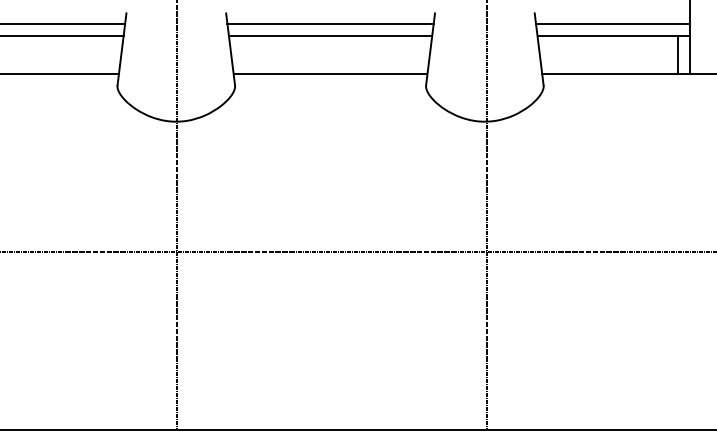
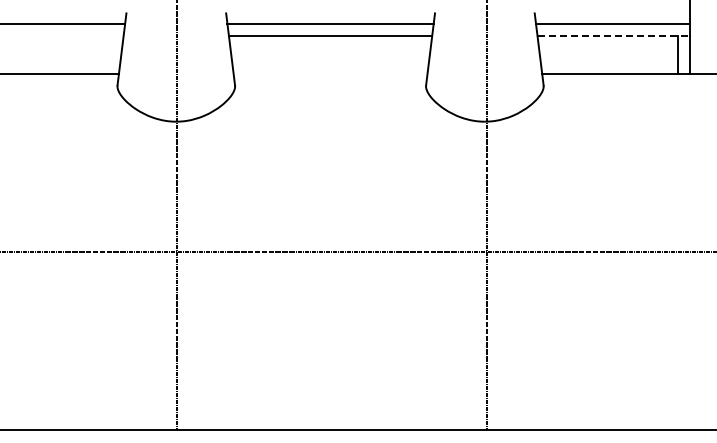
line at (62, 36): present -> none
line at (614, 36): solid -> dashed
line at (330, 74): present -> none
